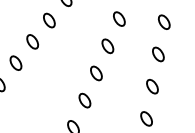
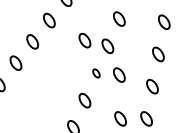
part at (84, 40): none -> present
part at (96, 73) size: 13x17 px -> 9x11 px
part at (119, 74): none -> present
part at (120, 118): none -> present
